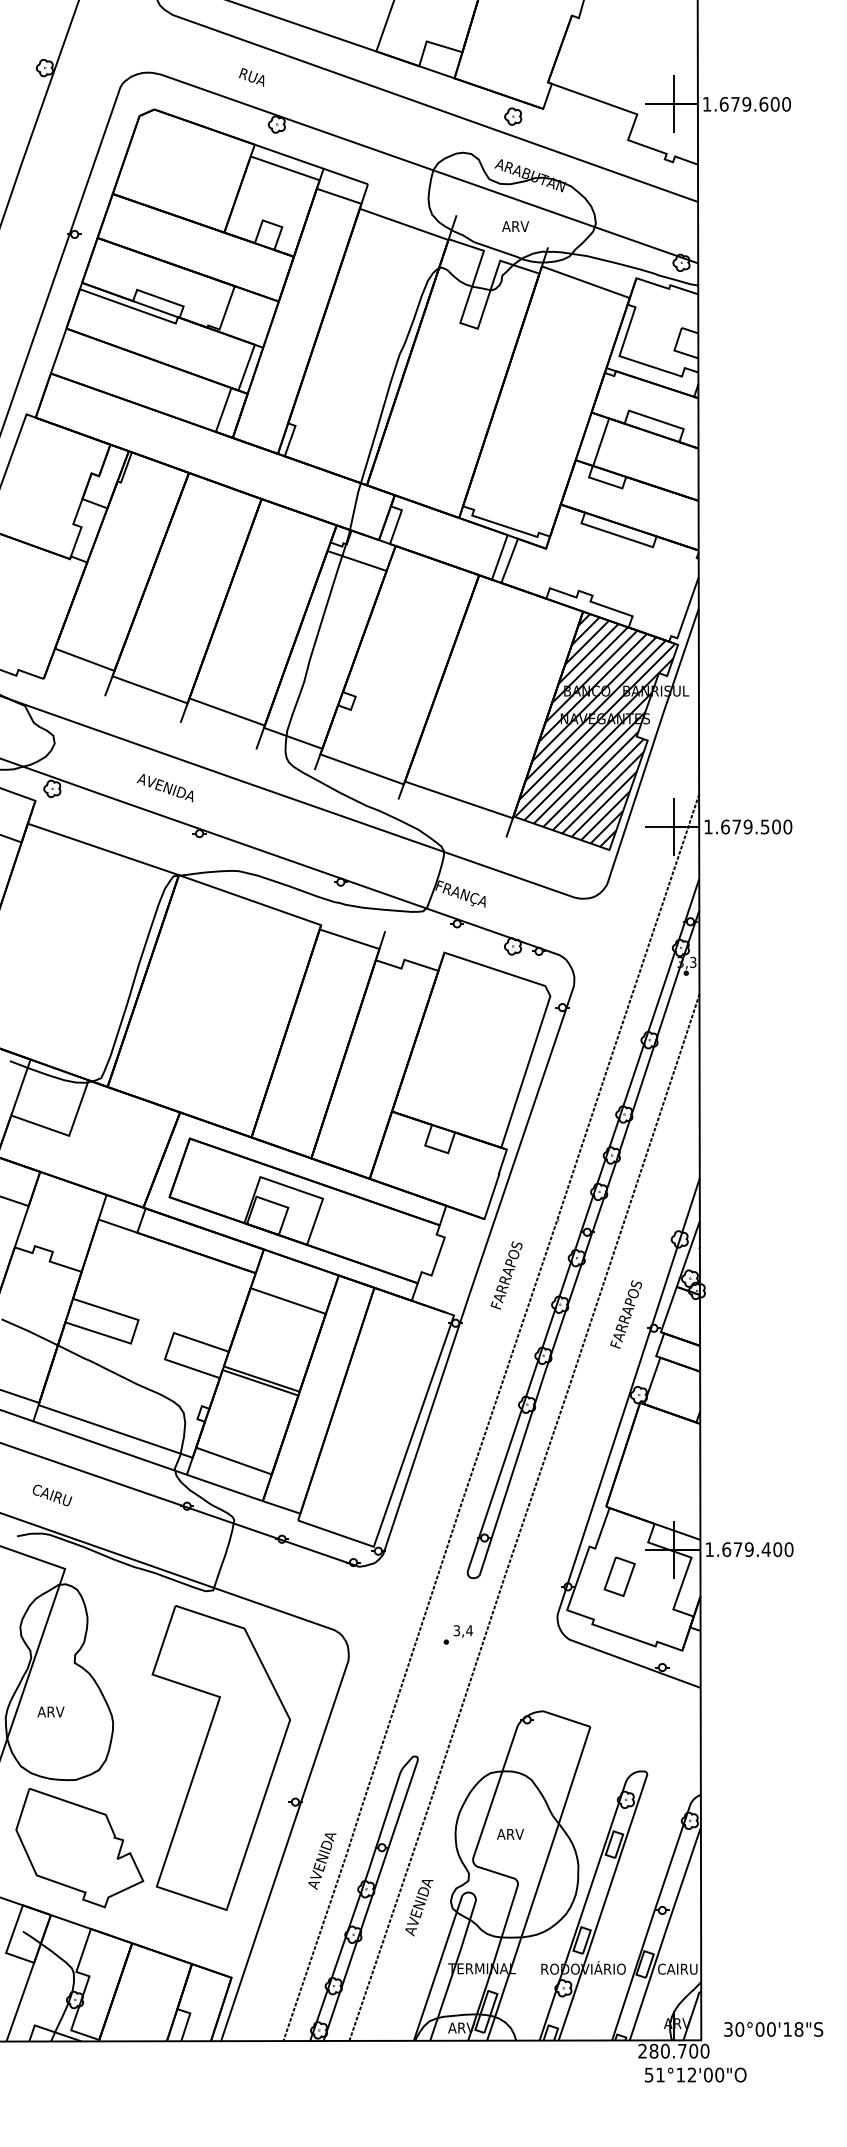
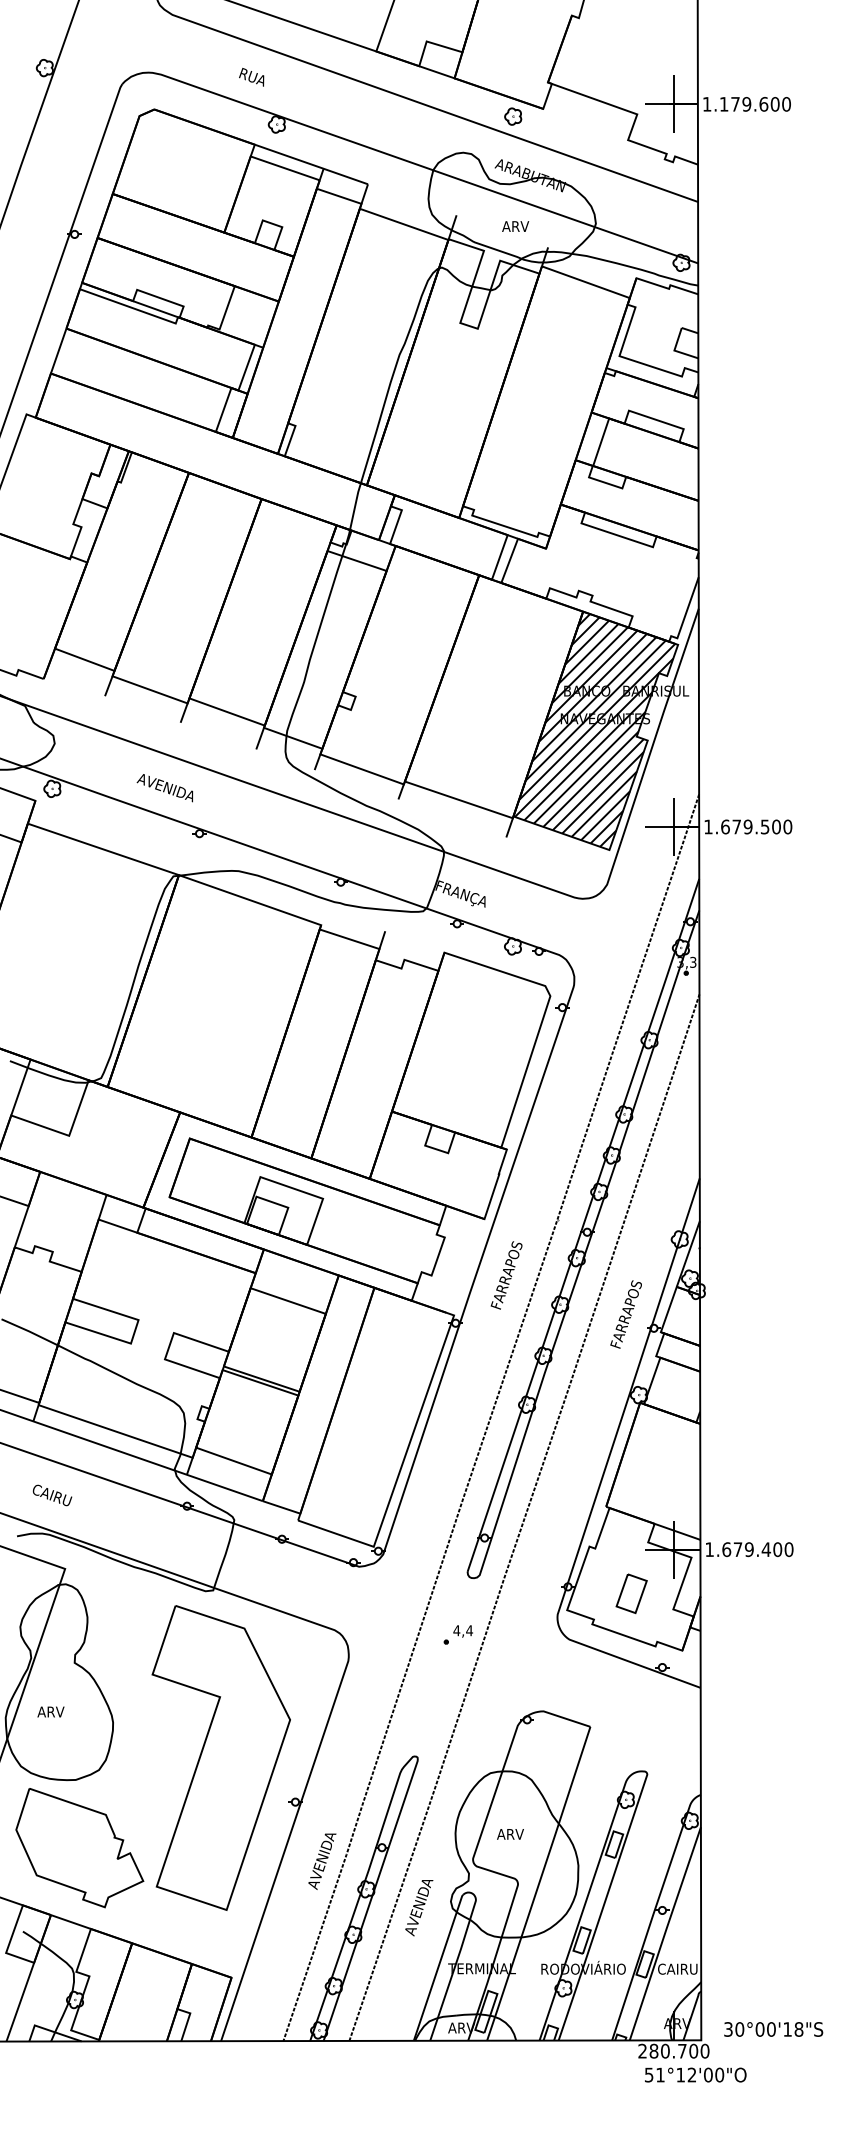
text at (723, 103): 1.679.600 -> 1.179.600
part at (619, 1576) position: (619, 1576) -> (631, 1593)
text at (456, 1630): 3,4 -> 4,4
